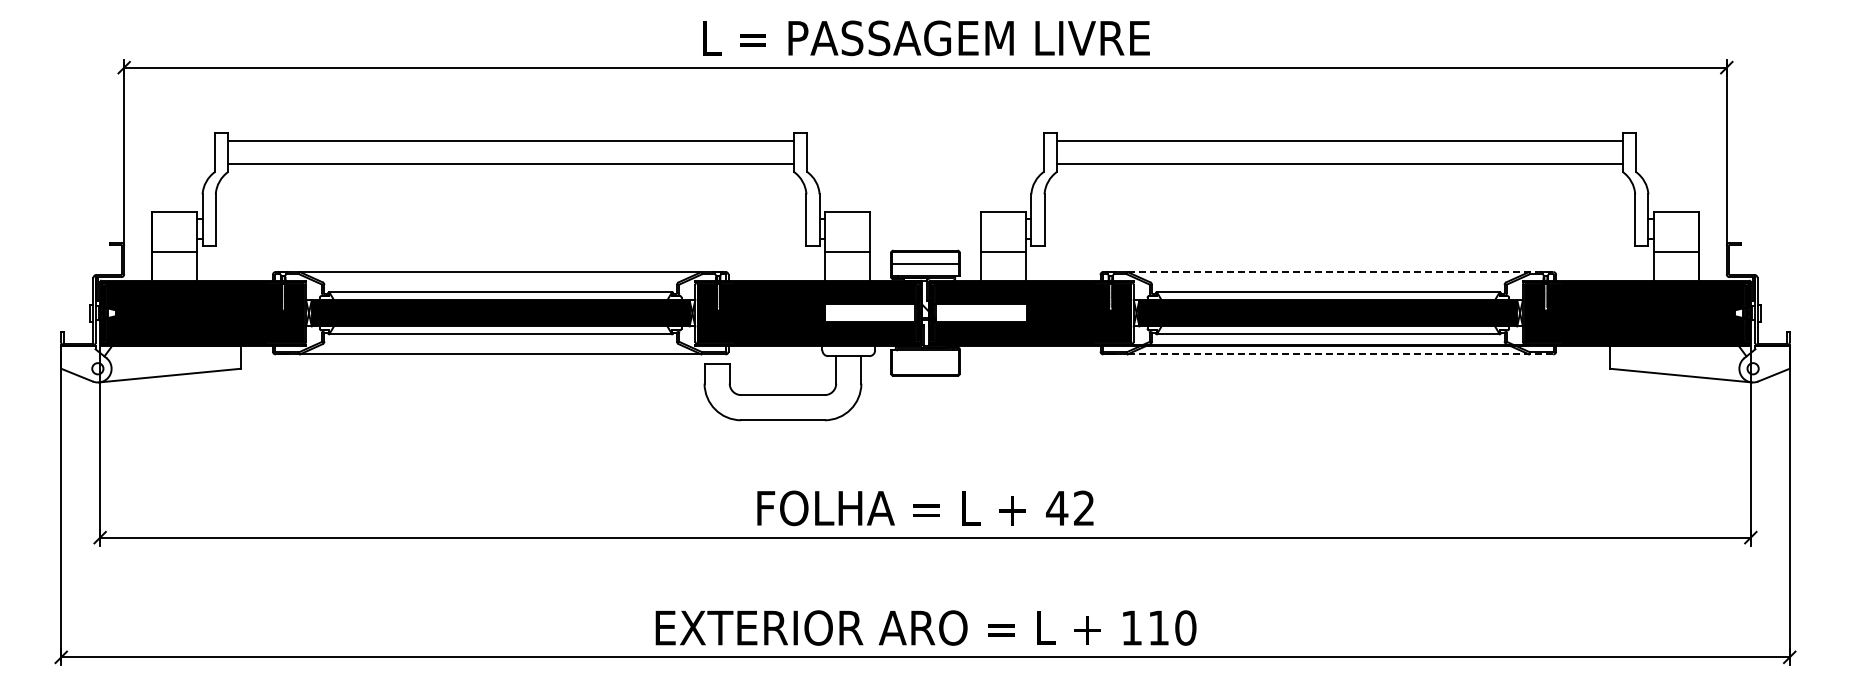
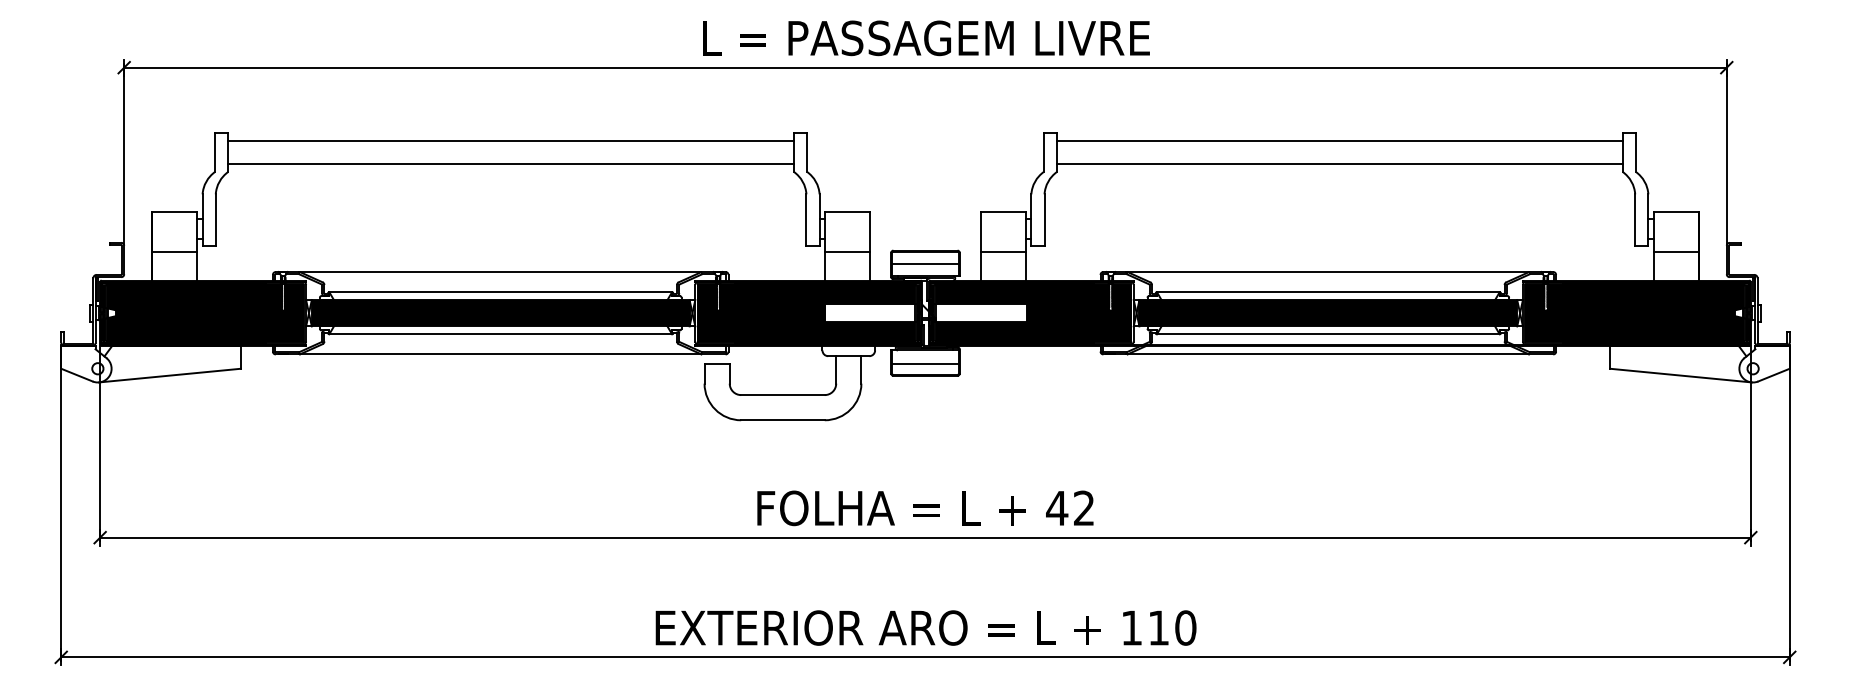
line at (1339, 272): dashed -> solid
line at (1339, 354): dashed -> solid
line at (925, 363): none -> present
